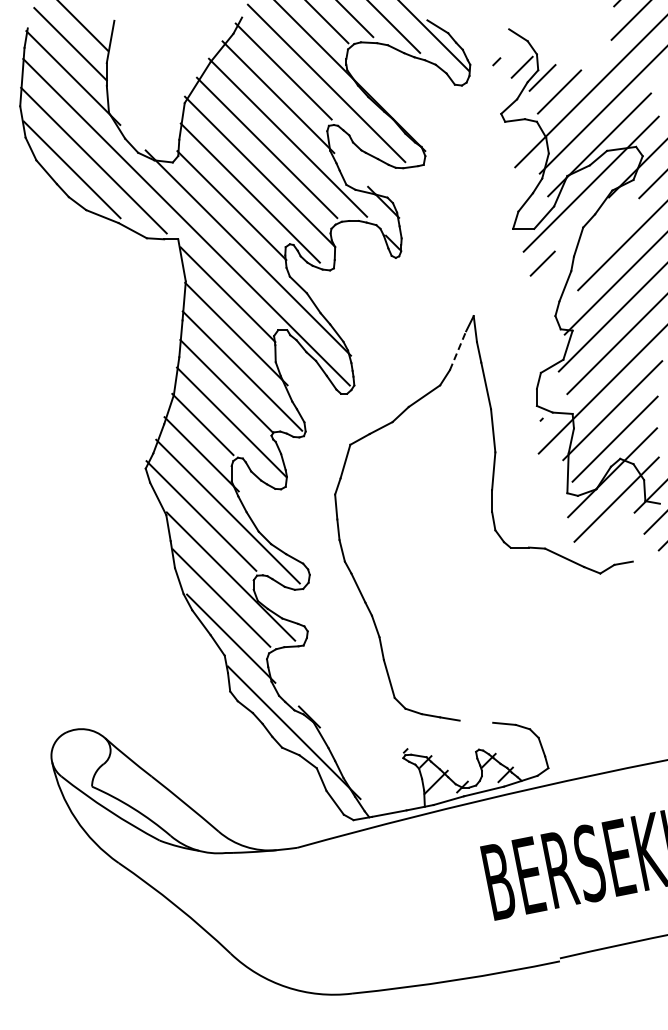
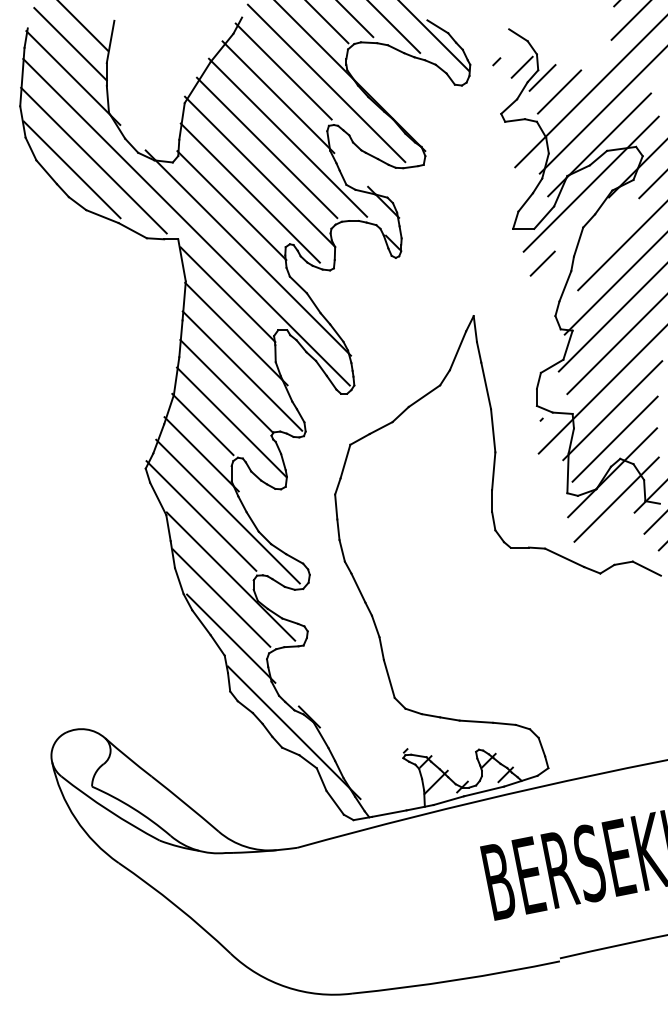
line at (458, 350): dashed -> solid
line at (646, 568): none -> present
line at (476, 721): none -> present
